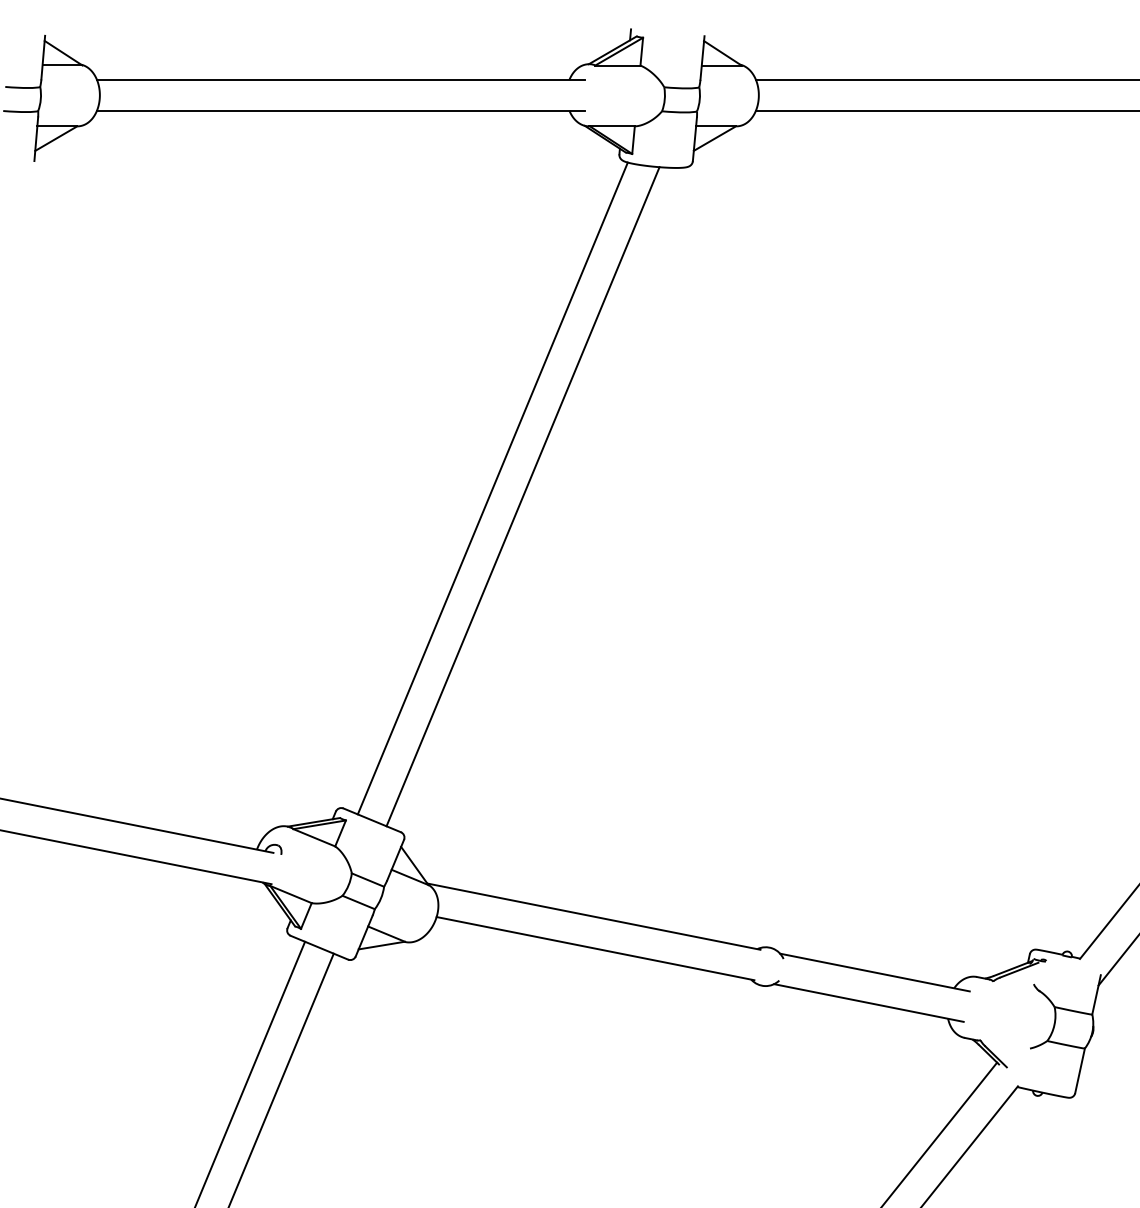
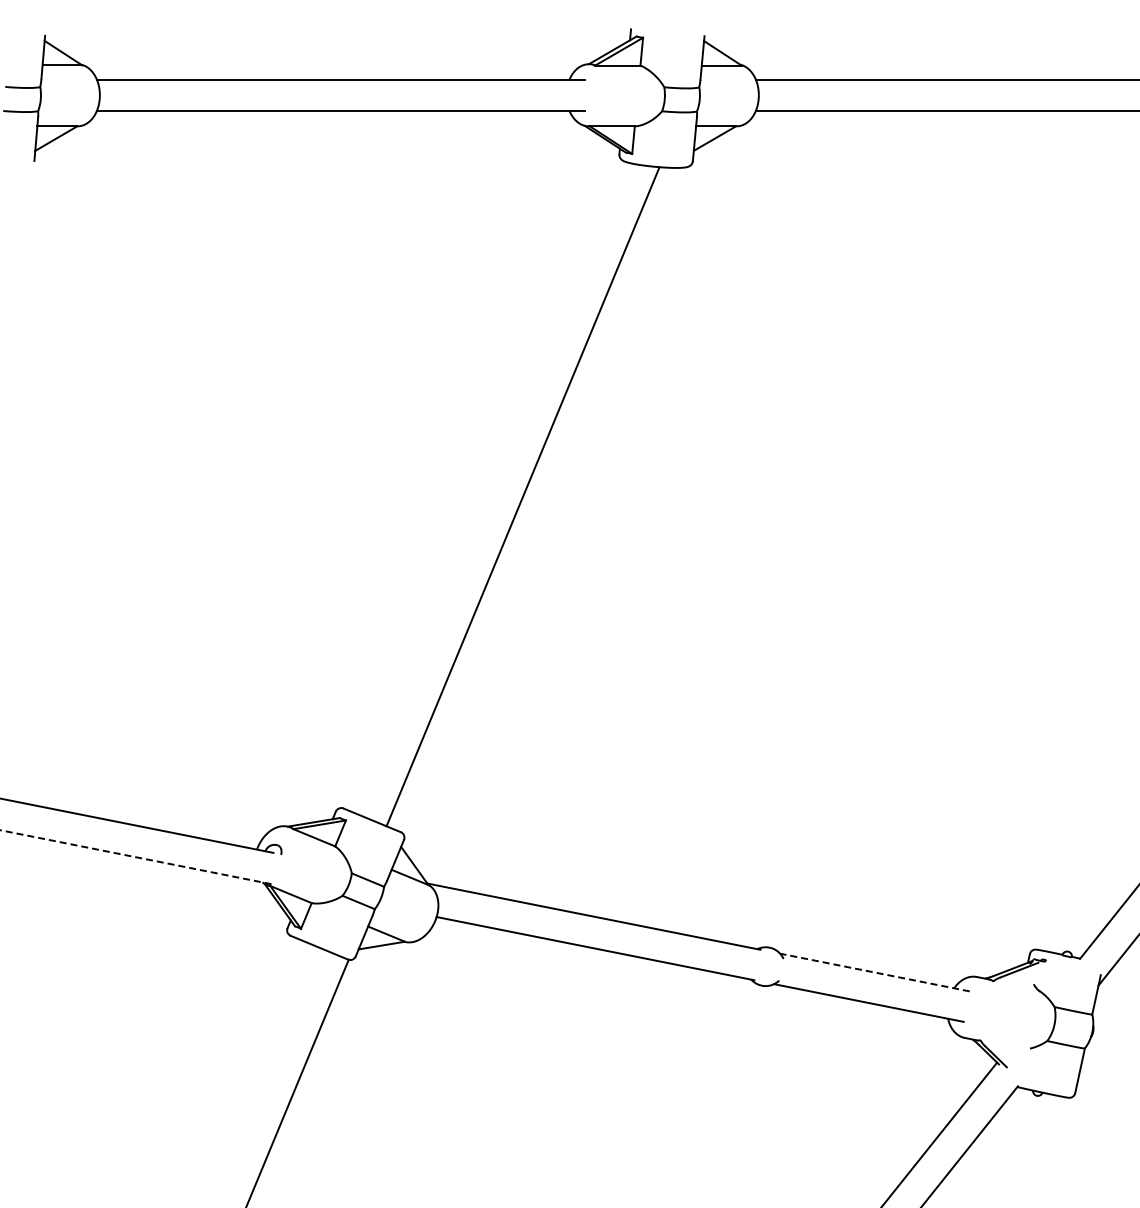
line at (492, 488): present -> none
line at (135, 857): solid -> dashed
line at (874, 972): solid -> dashed
line at (250, 1072): present -> none
line at (281, 1078) position: (281, 1078) -> (297, 1081)
